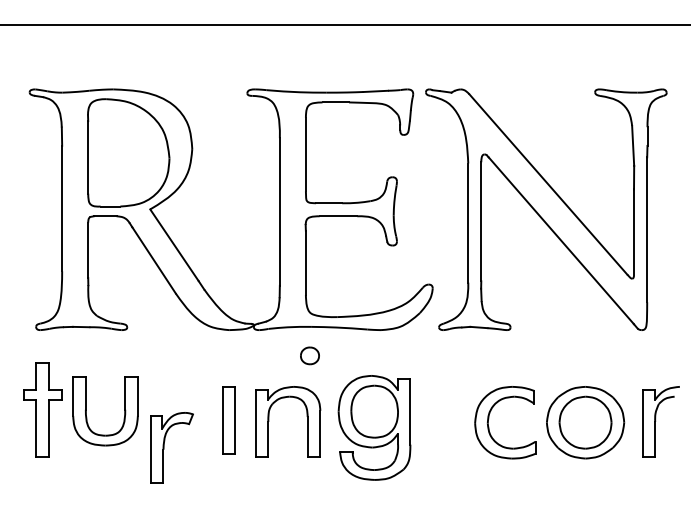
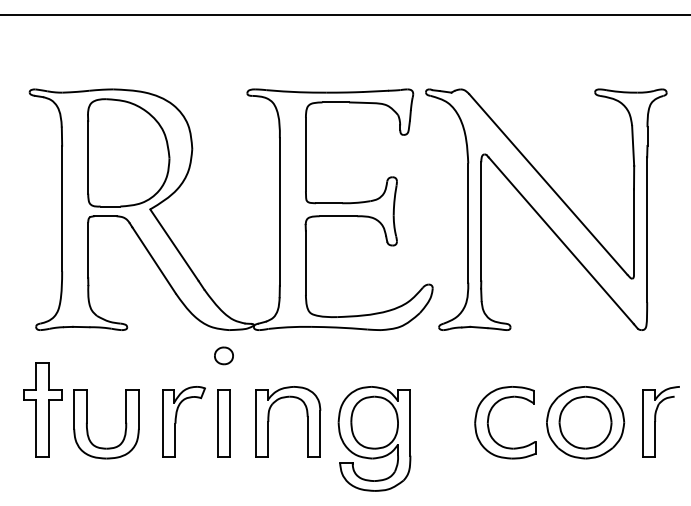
line at (344, 25) position: (344, 25) -> (344, 15)
part at (309, 355) position: (309, 355) -> (223, 355)
part at (87, 417) position: (87, 417) -> (88, 430)
part at (228, 420) position: (228, 420) -> (223, 423)
part at (374, 427) position: (374, 427) -> (374, 438)
part at (164, 447) position: (164, 447) -> (176, 421)
